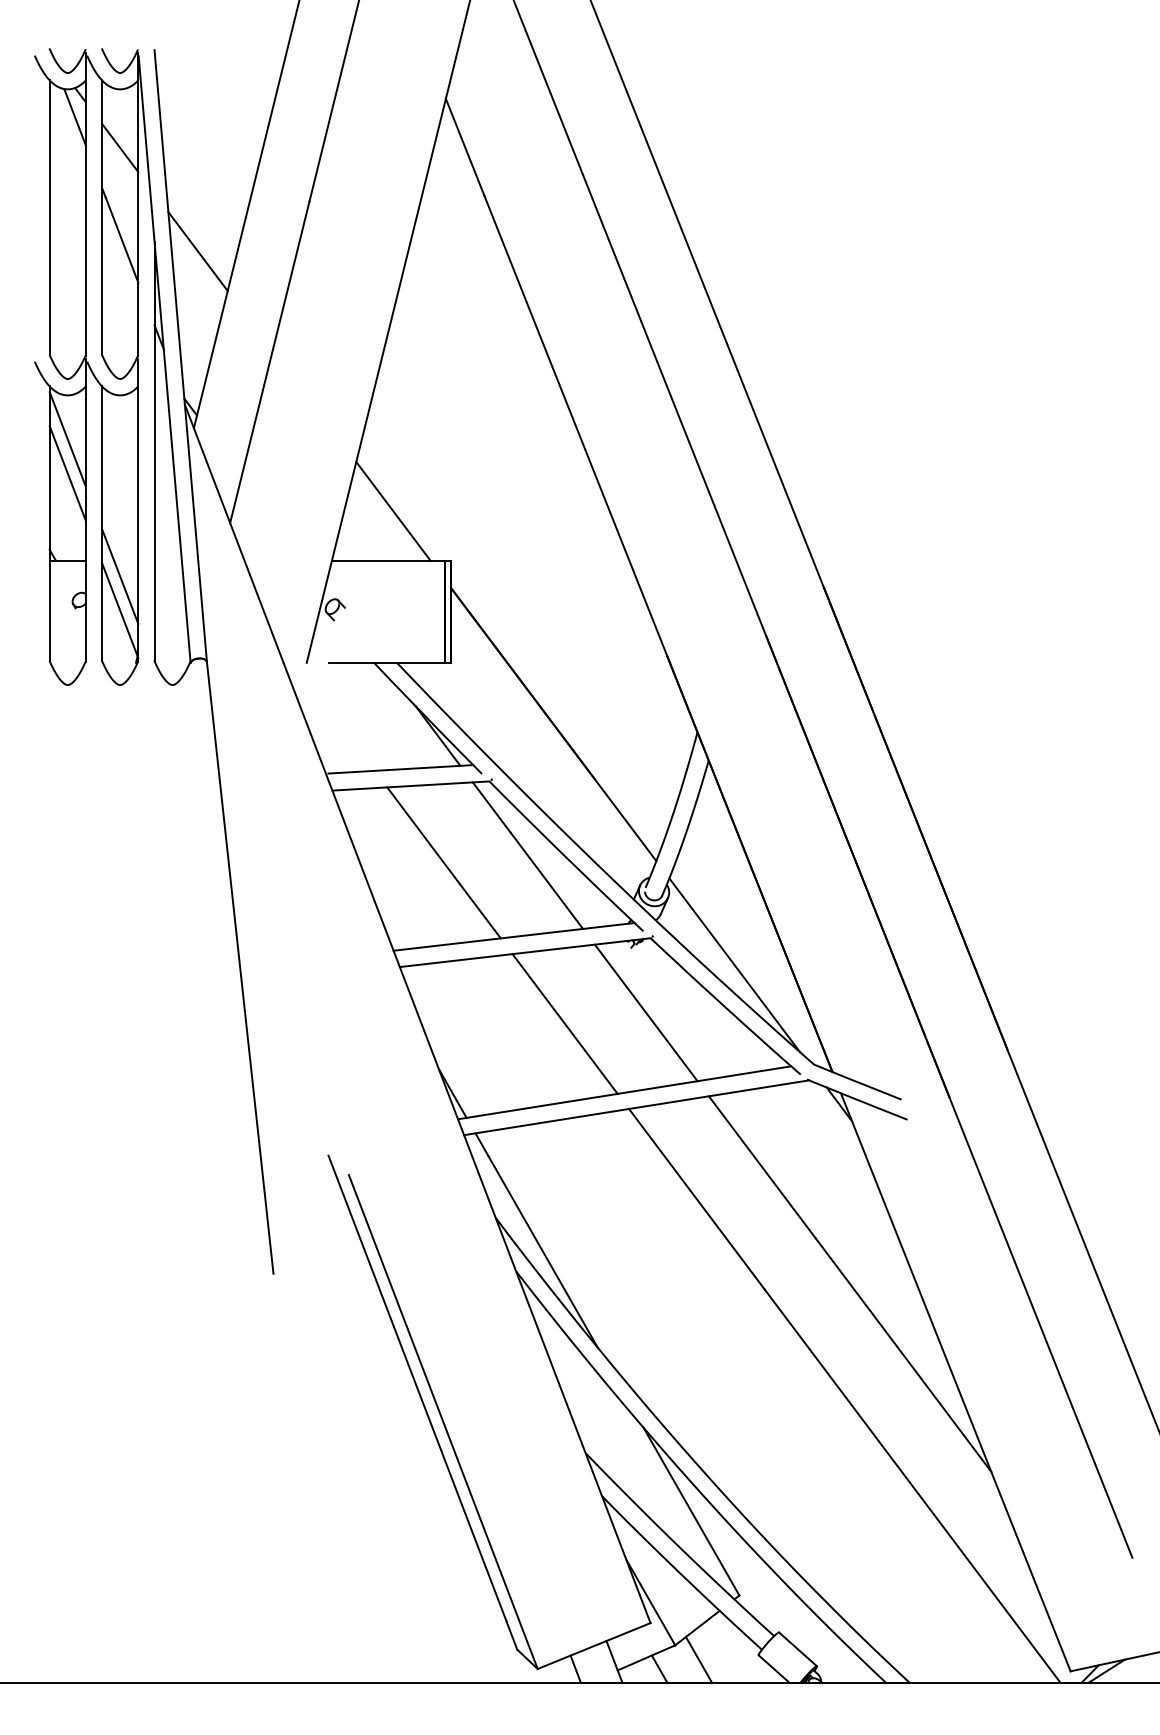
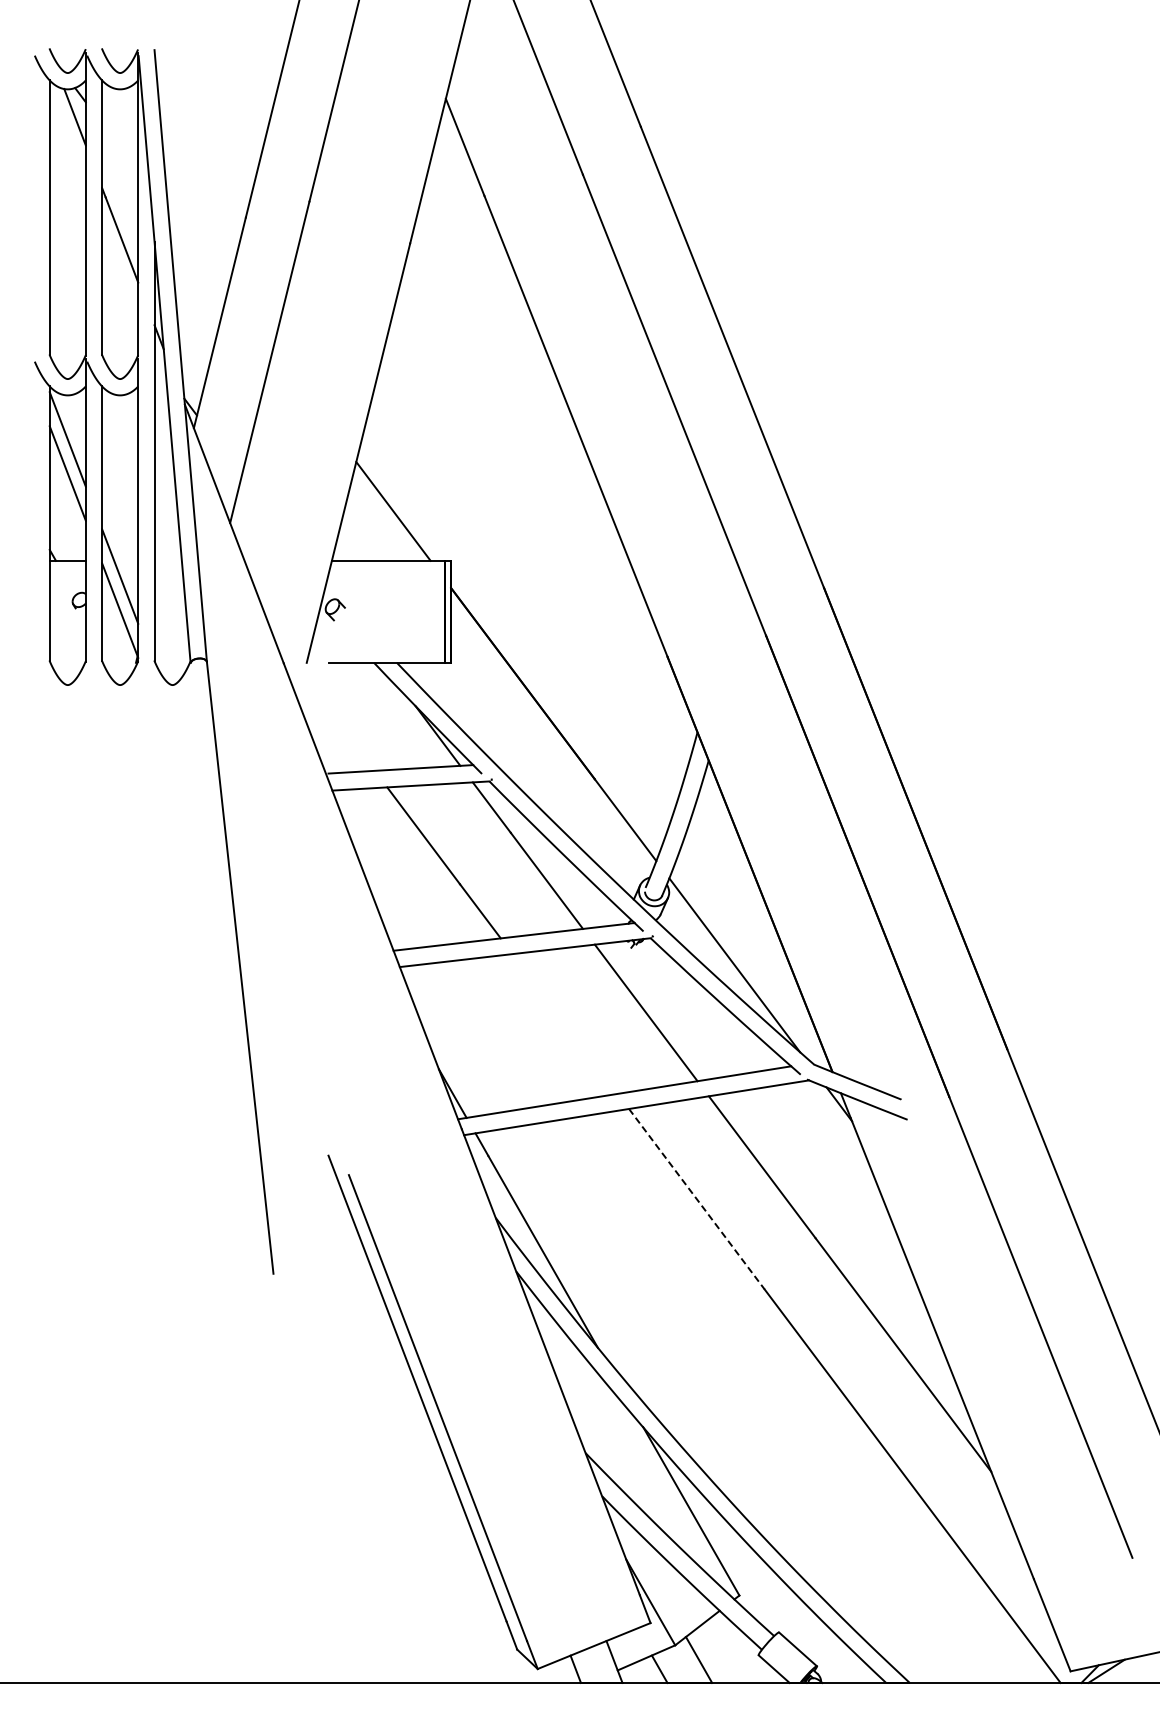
line at (120, 147): present -> none
line at (197, 251): present -> none
line at (564, 1023): present -> none
line at (696, 1199): solid -> dashed
